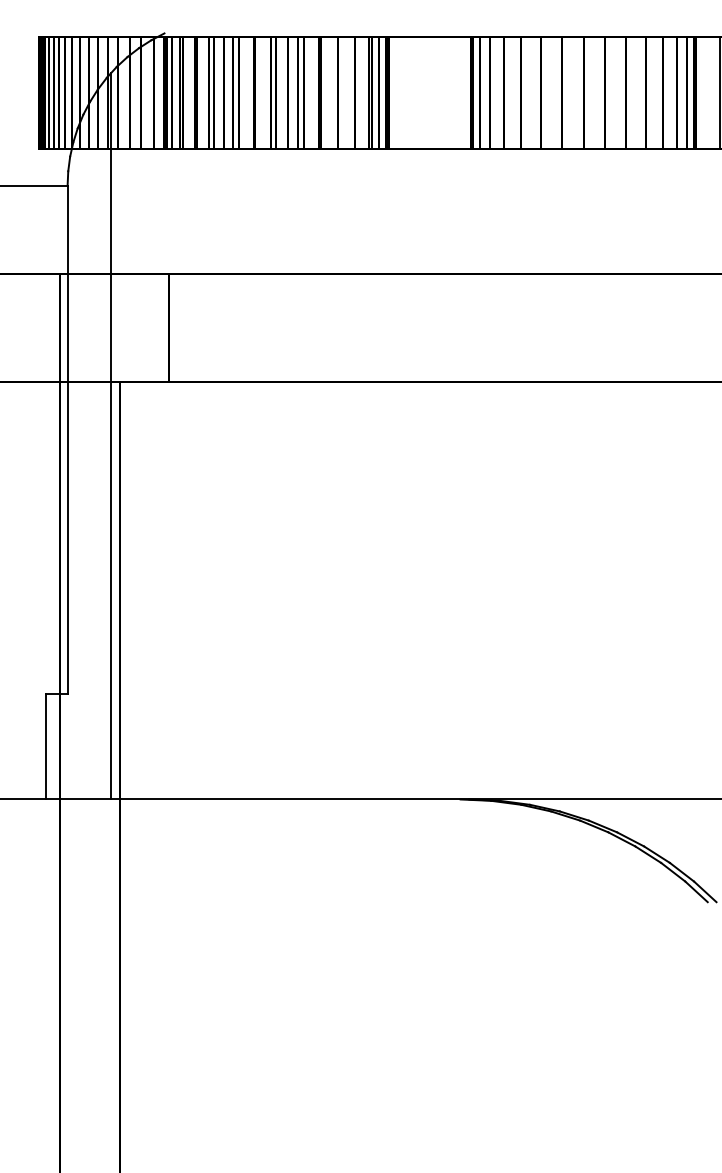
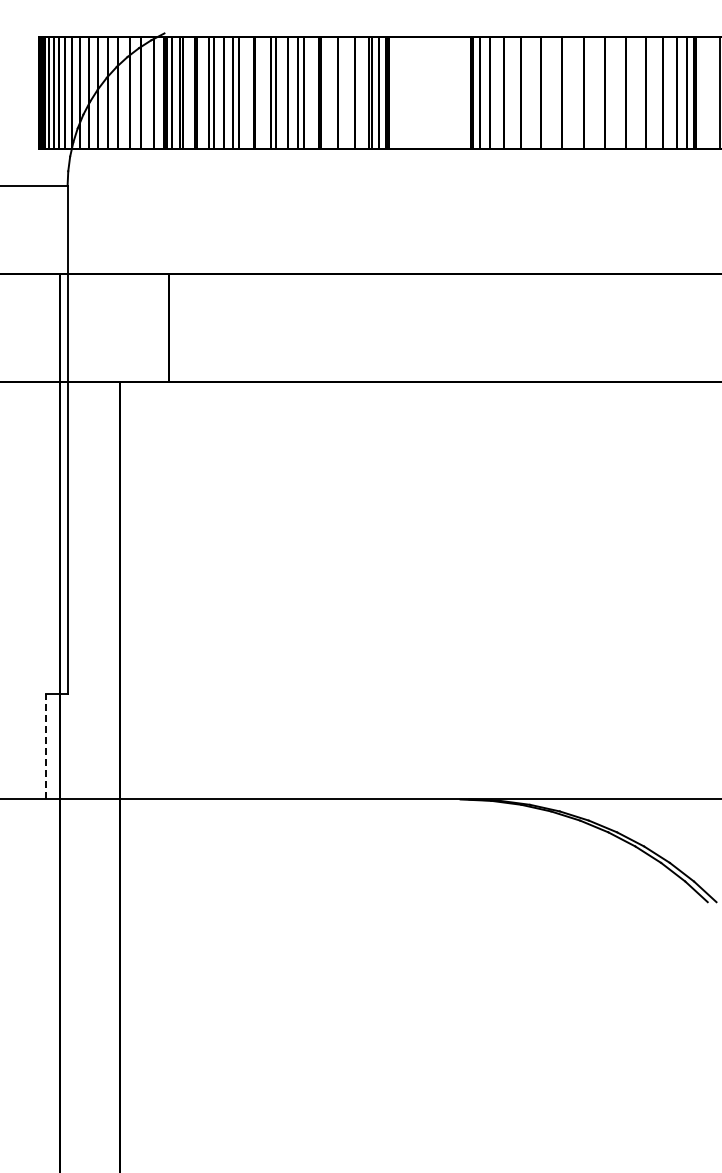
line at (111, 436): present -> none
line at (45, 746): solid -> dashed
